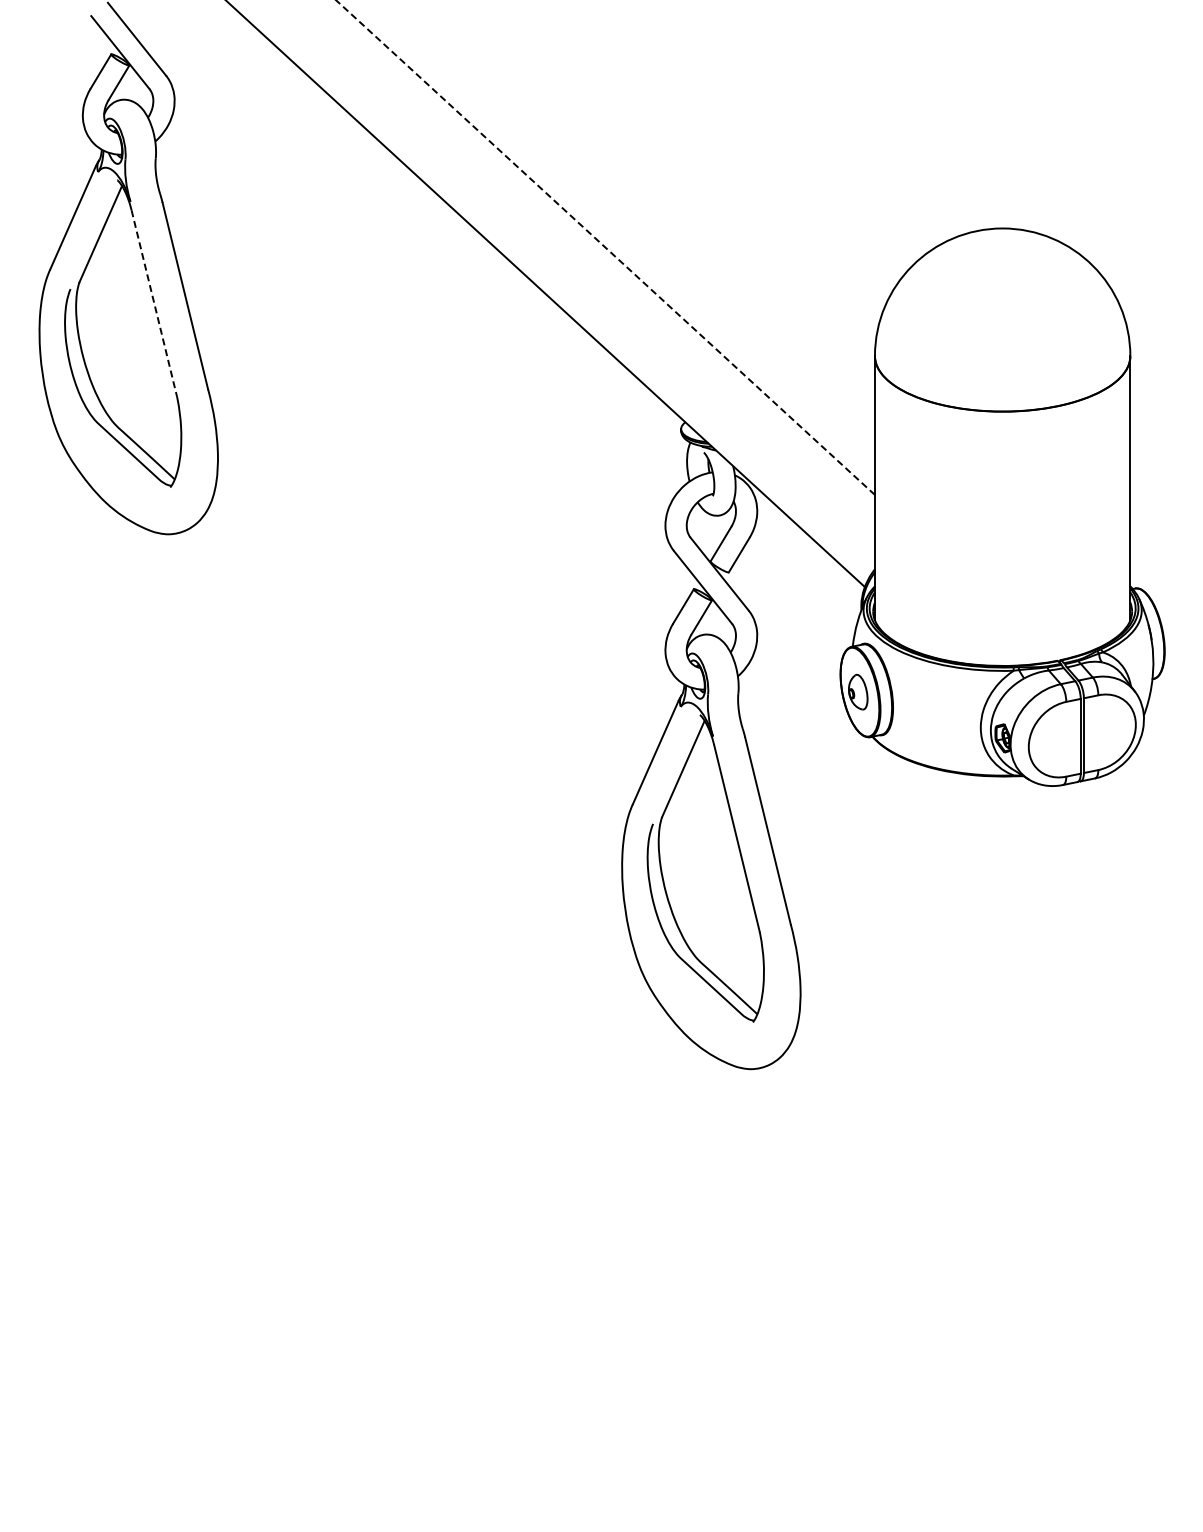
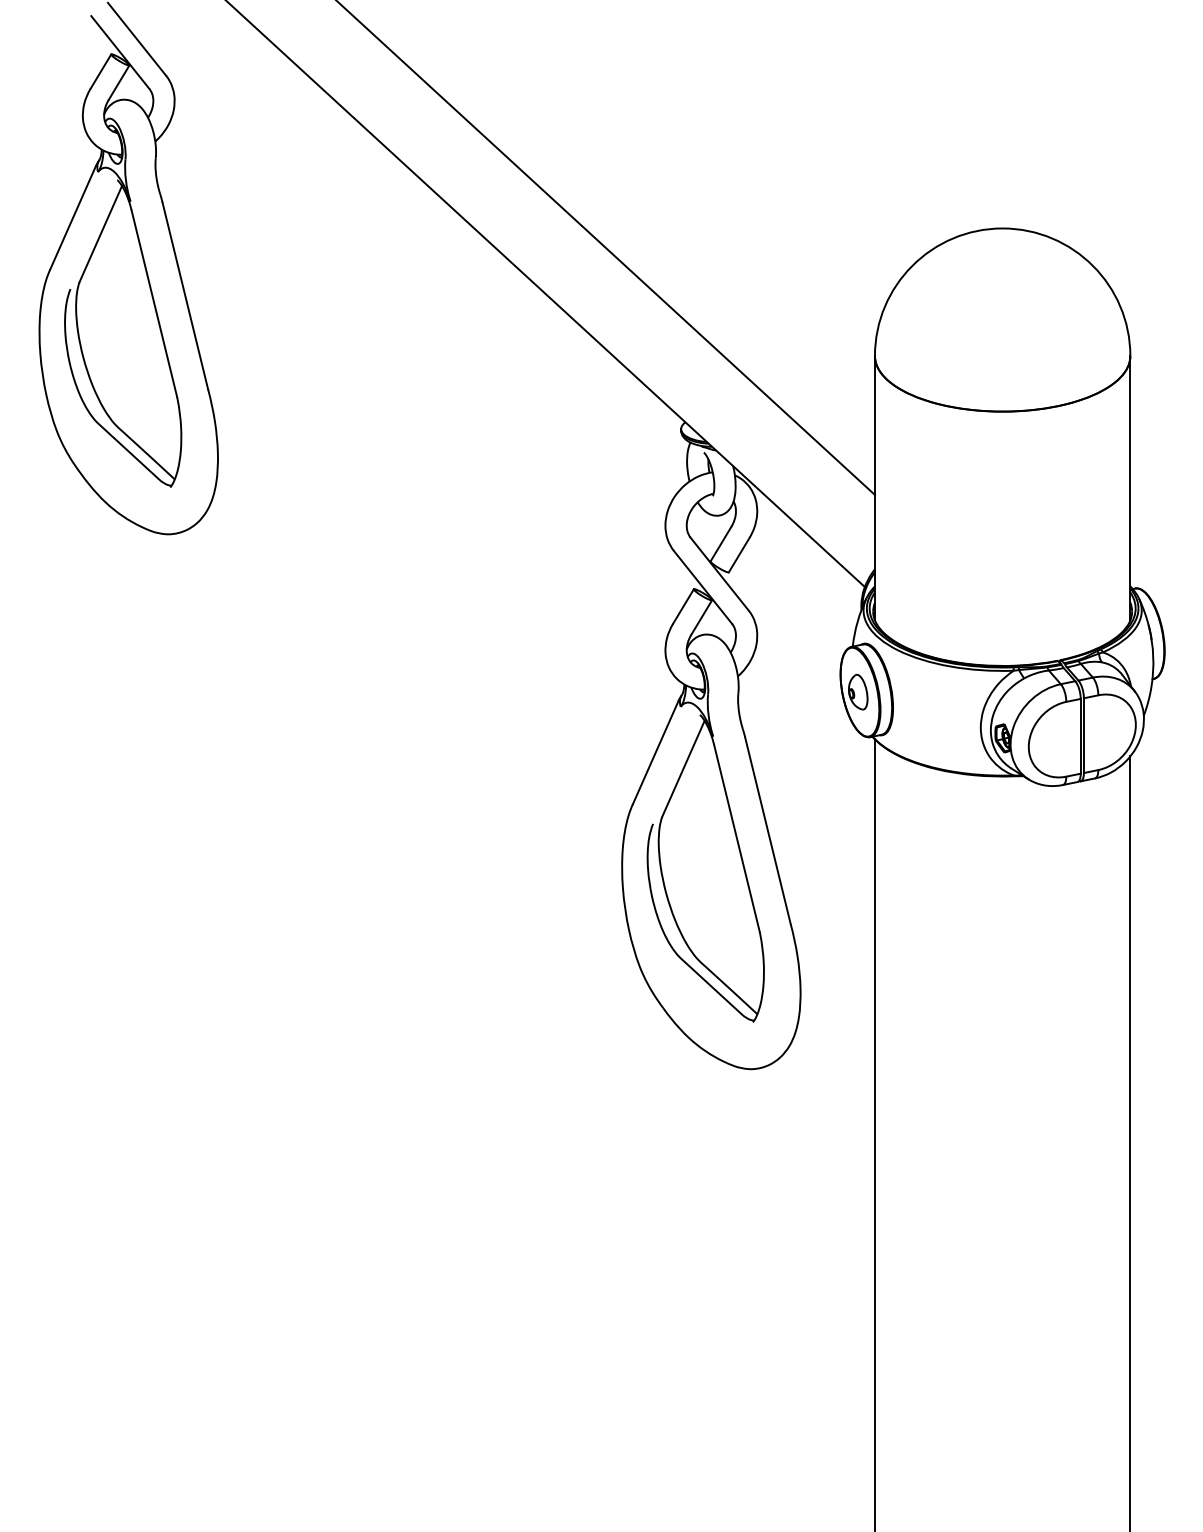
line at (605, 247): dashed -> solid
line at (154, 304): dashed -> solid
line at (874, 1133): none -> present
line at (1130, 1142): none -> present
